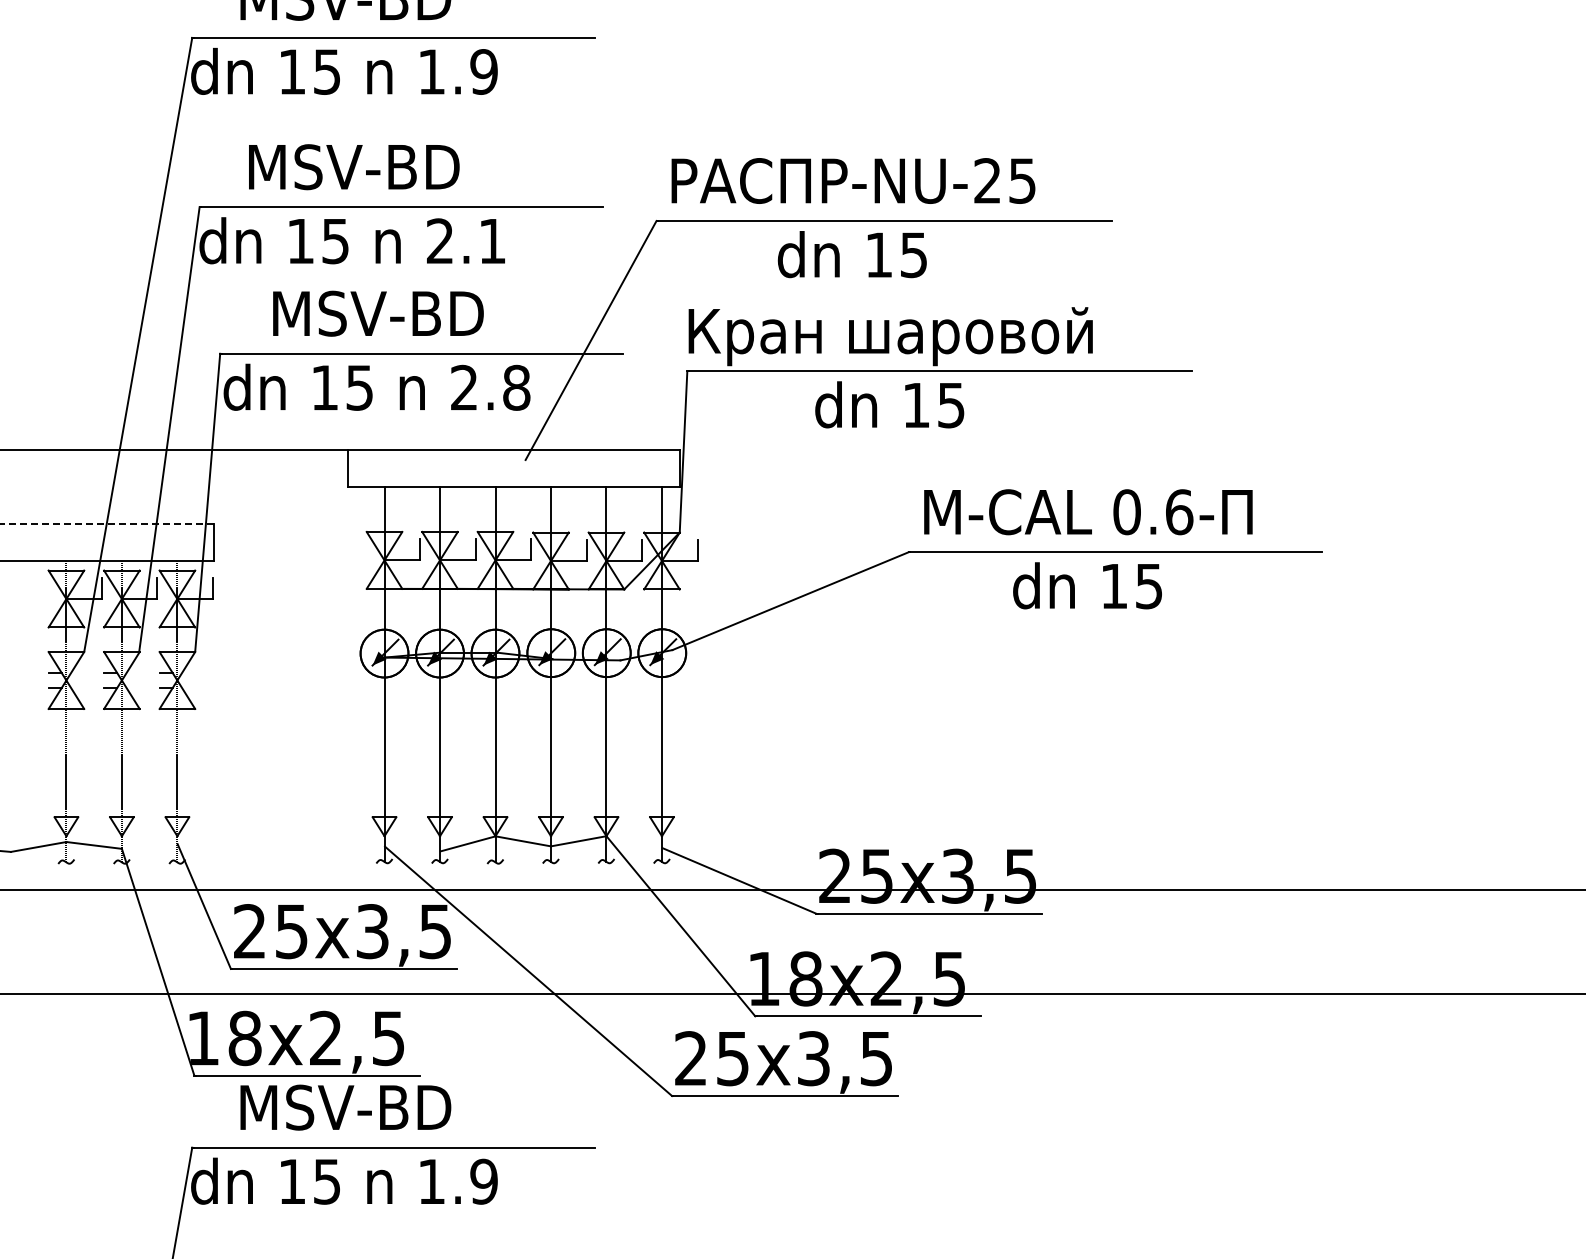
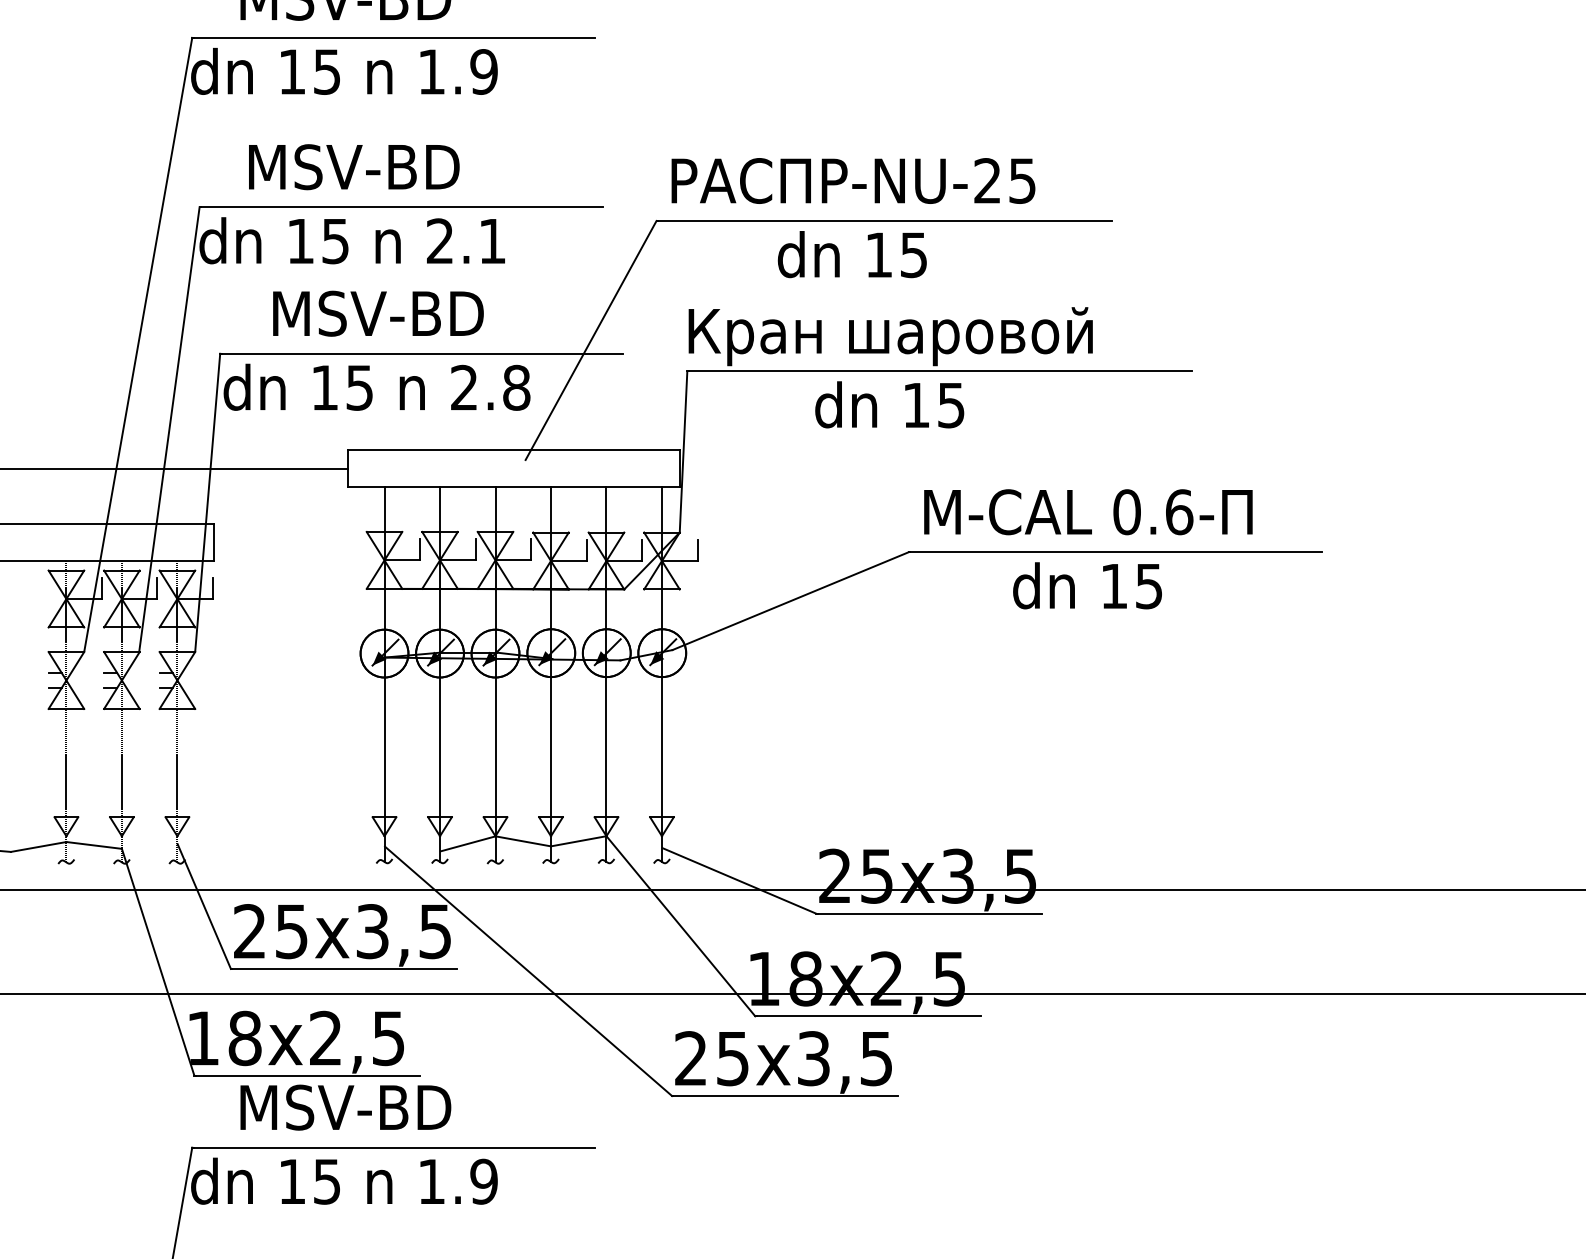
line at (174, 449) position: (174, 449) -> (174, 468)
line at (107, 524): dashed -> solid
